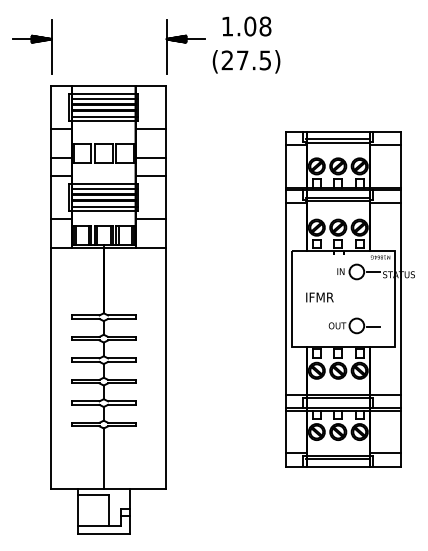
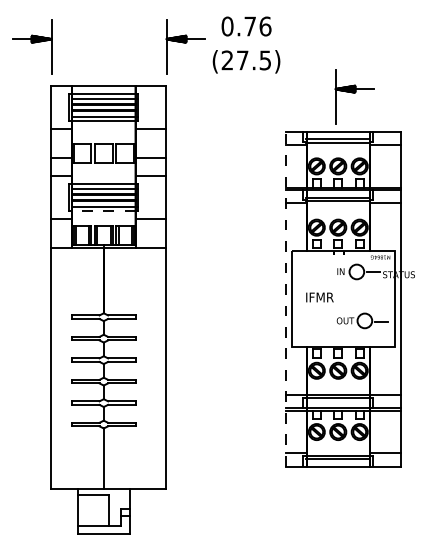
text at (246, 26): 1.08 -> 0.76
part at (354, 96): none -> present
line at (104, 211): solid -> dashed
line at (285, 298): solid -> dashed
part at (354, 325) position: (354, 325) -> (362, 320)
